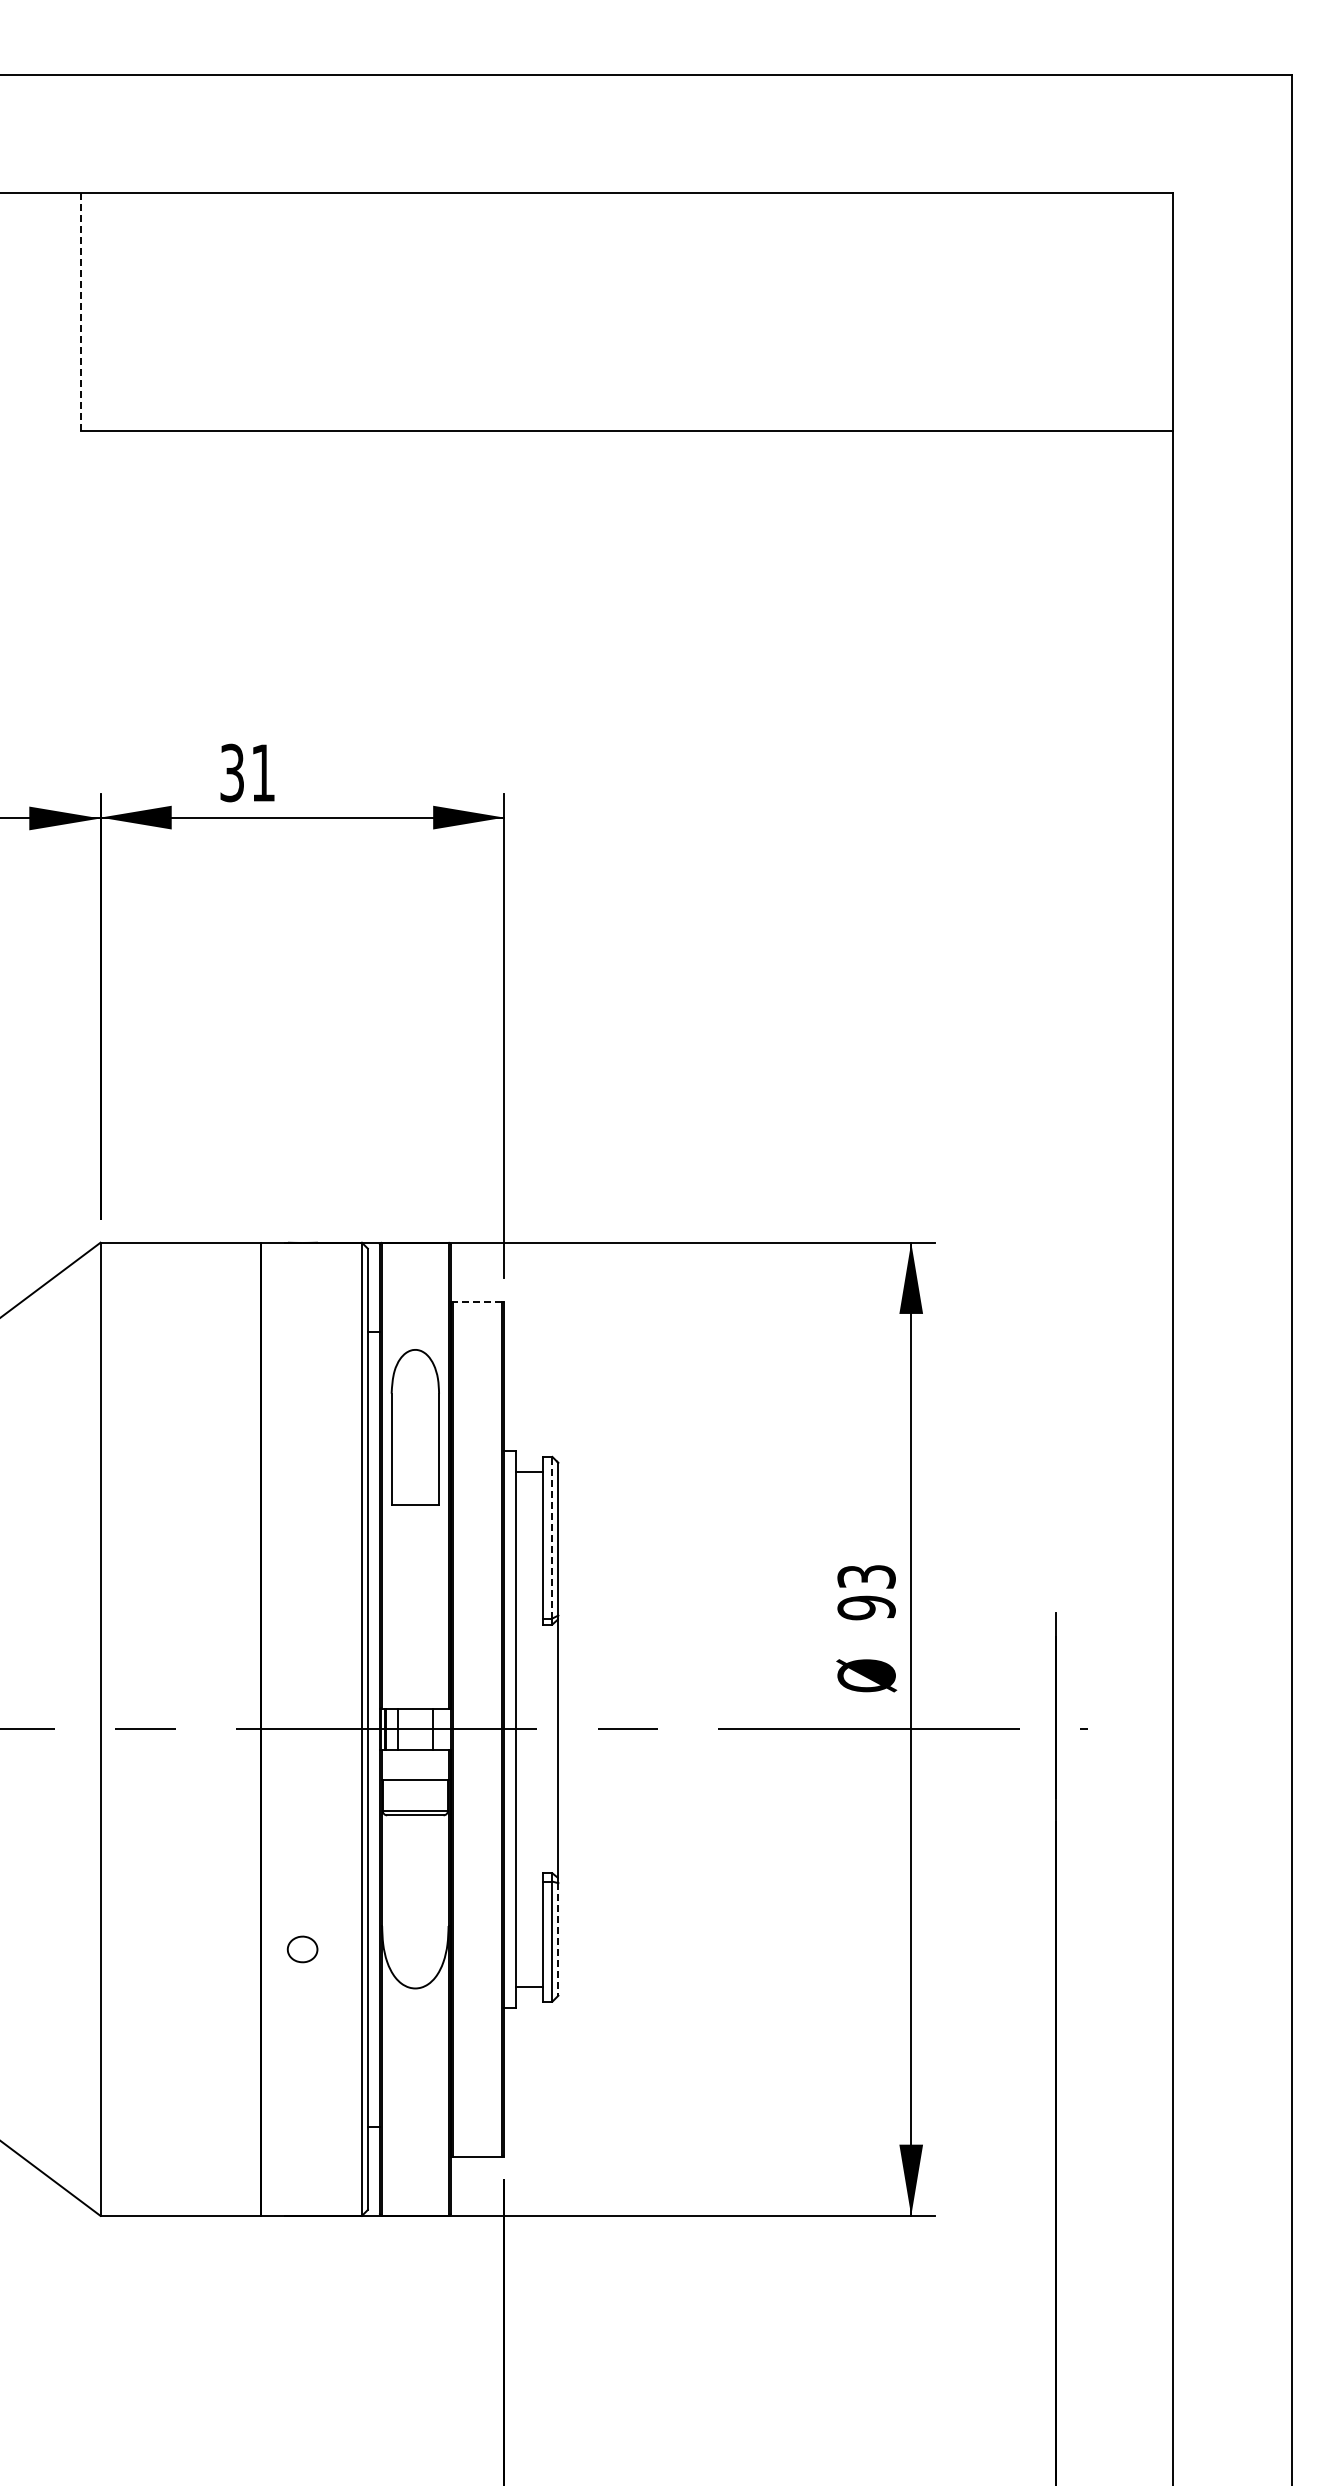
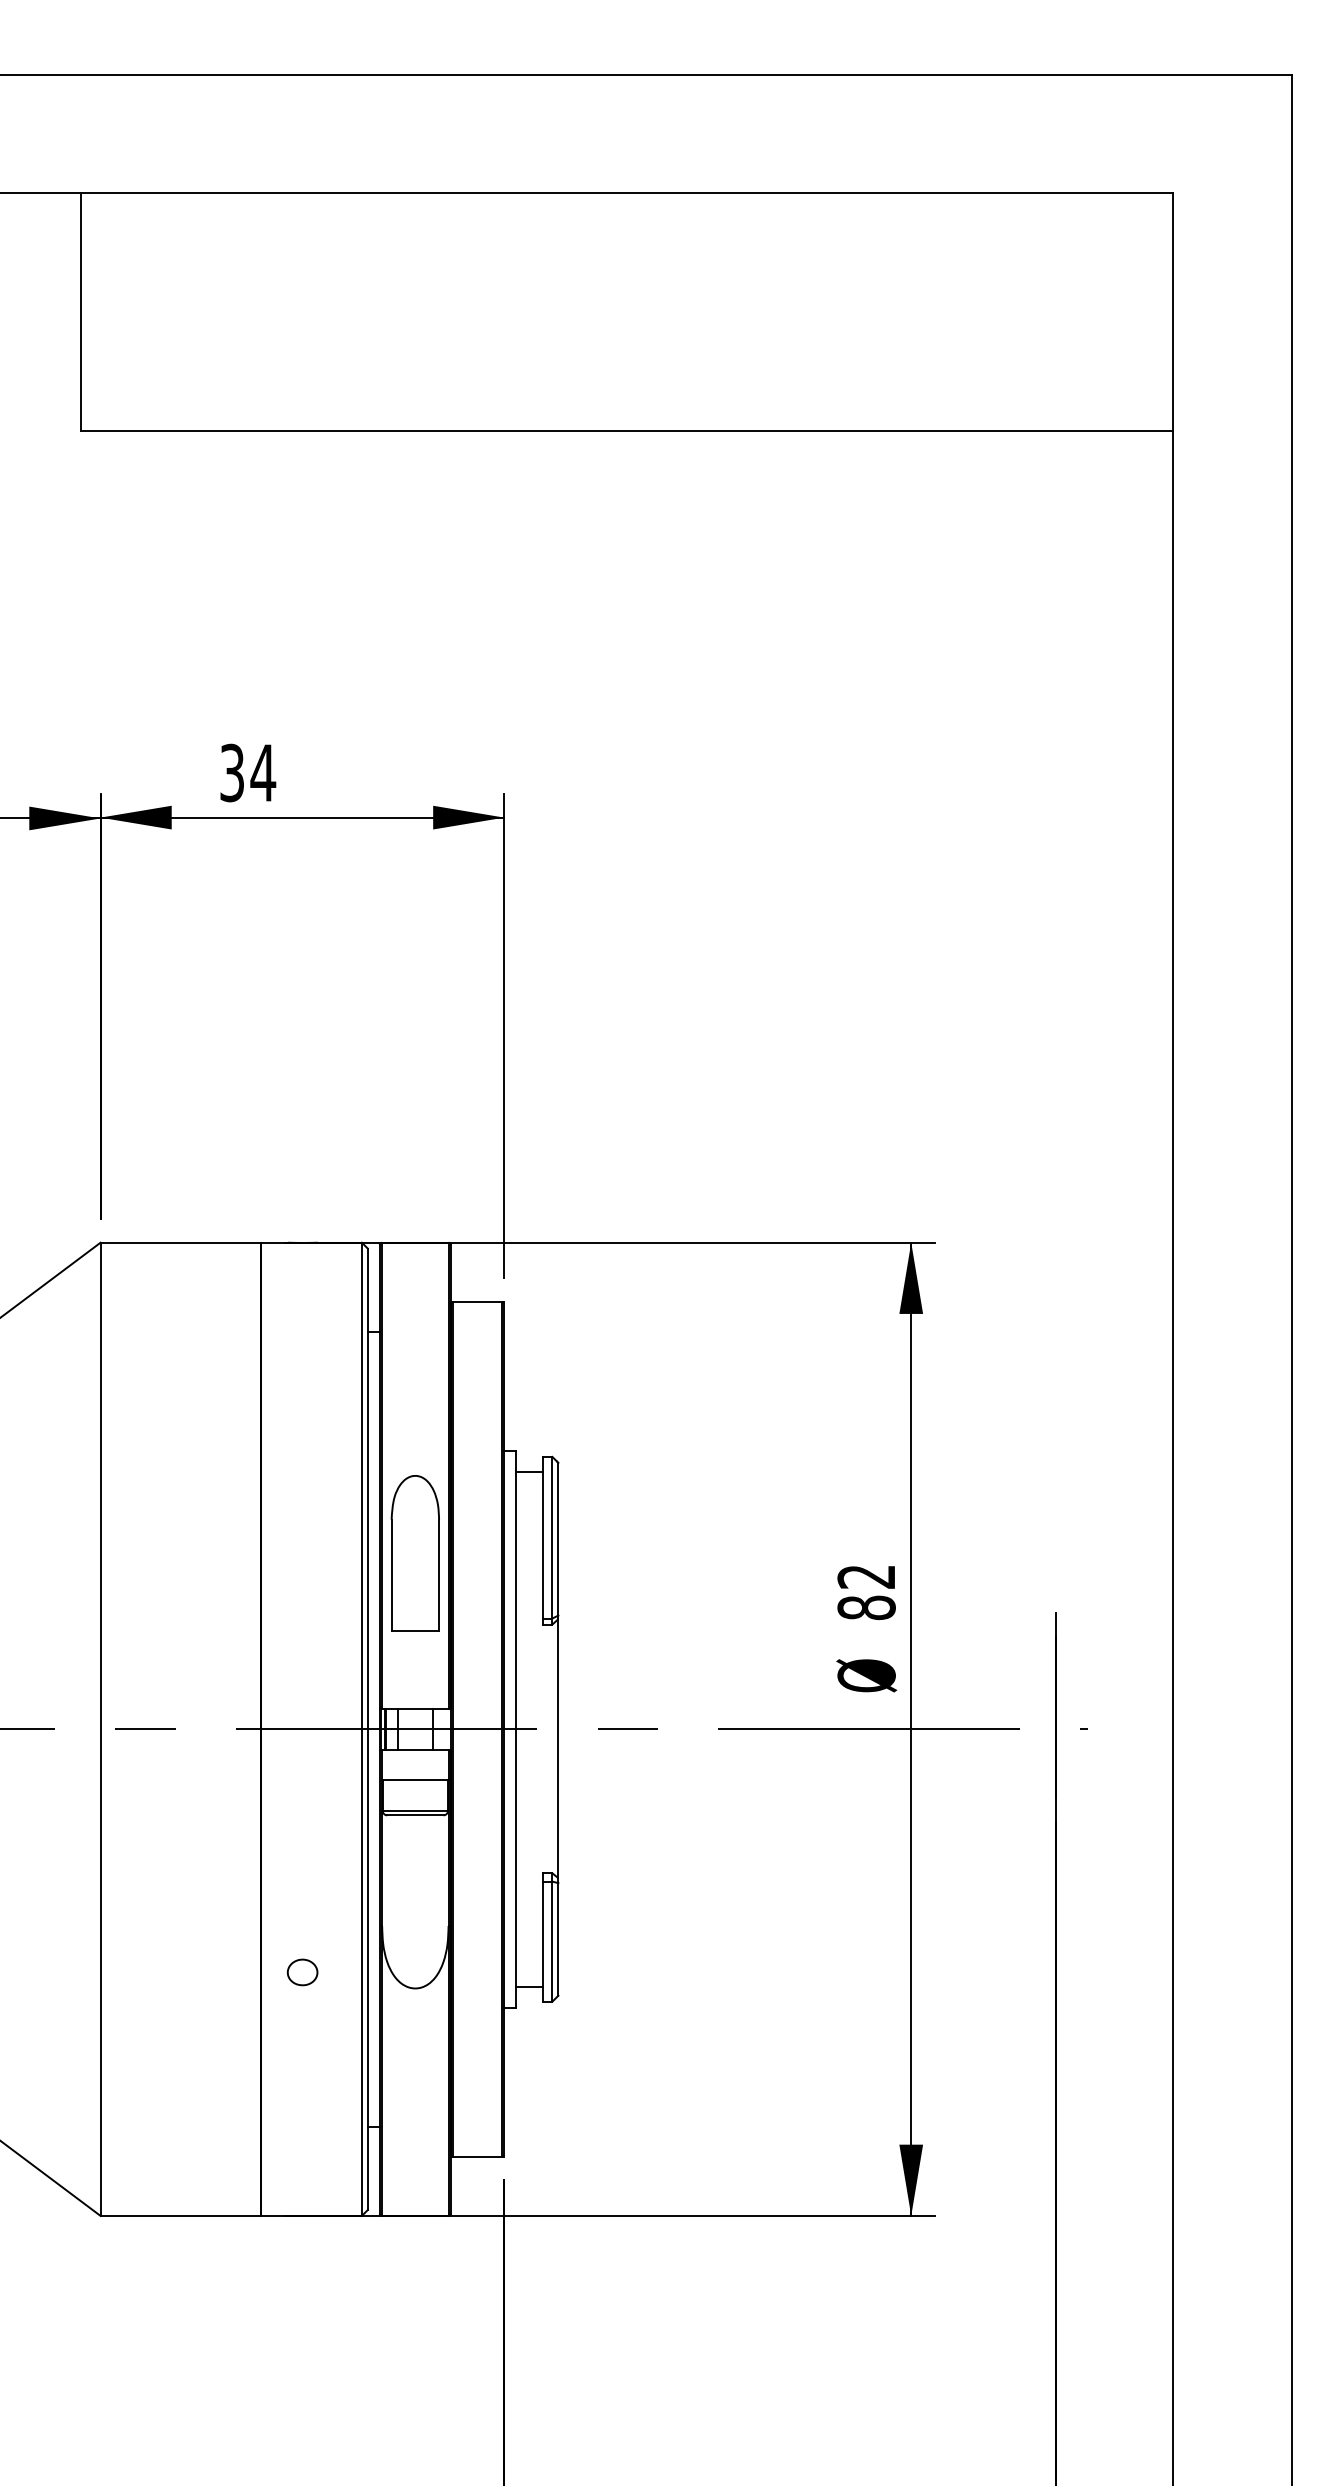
line at (81, 311): dashed -> solid
text at (263, 772): 31 -> 34
line at (477, 1302): dashed -> solid
part at (414, 1427) position: (414, 1427) -> (414, 1553)
line at (552, 1537): dashed -> solid
text at (866, 1592): 93 -> 82
line at (558, 1939): dashed -> solid
part at (302, 1949) position: (302, 1949) -> (302, 1972)
